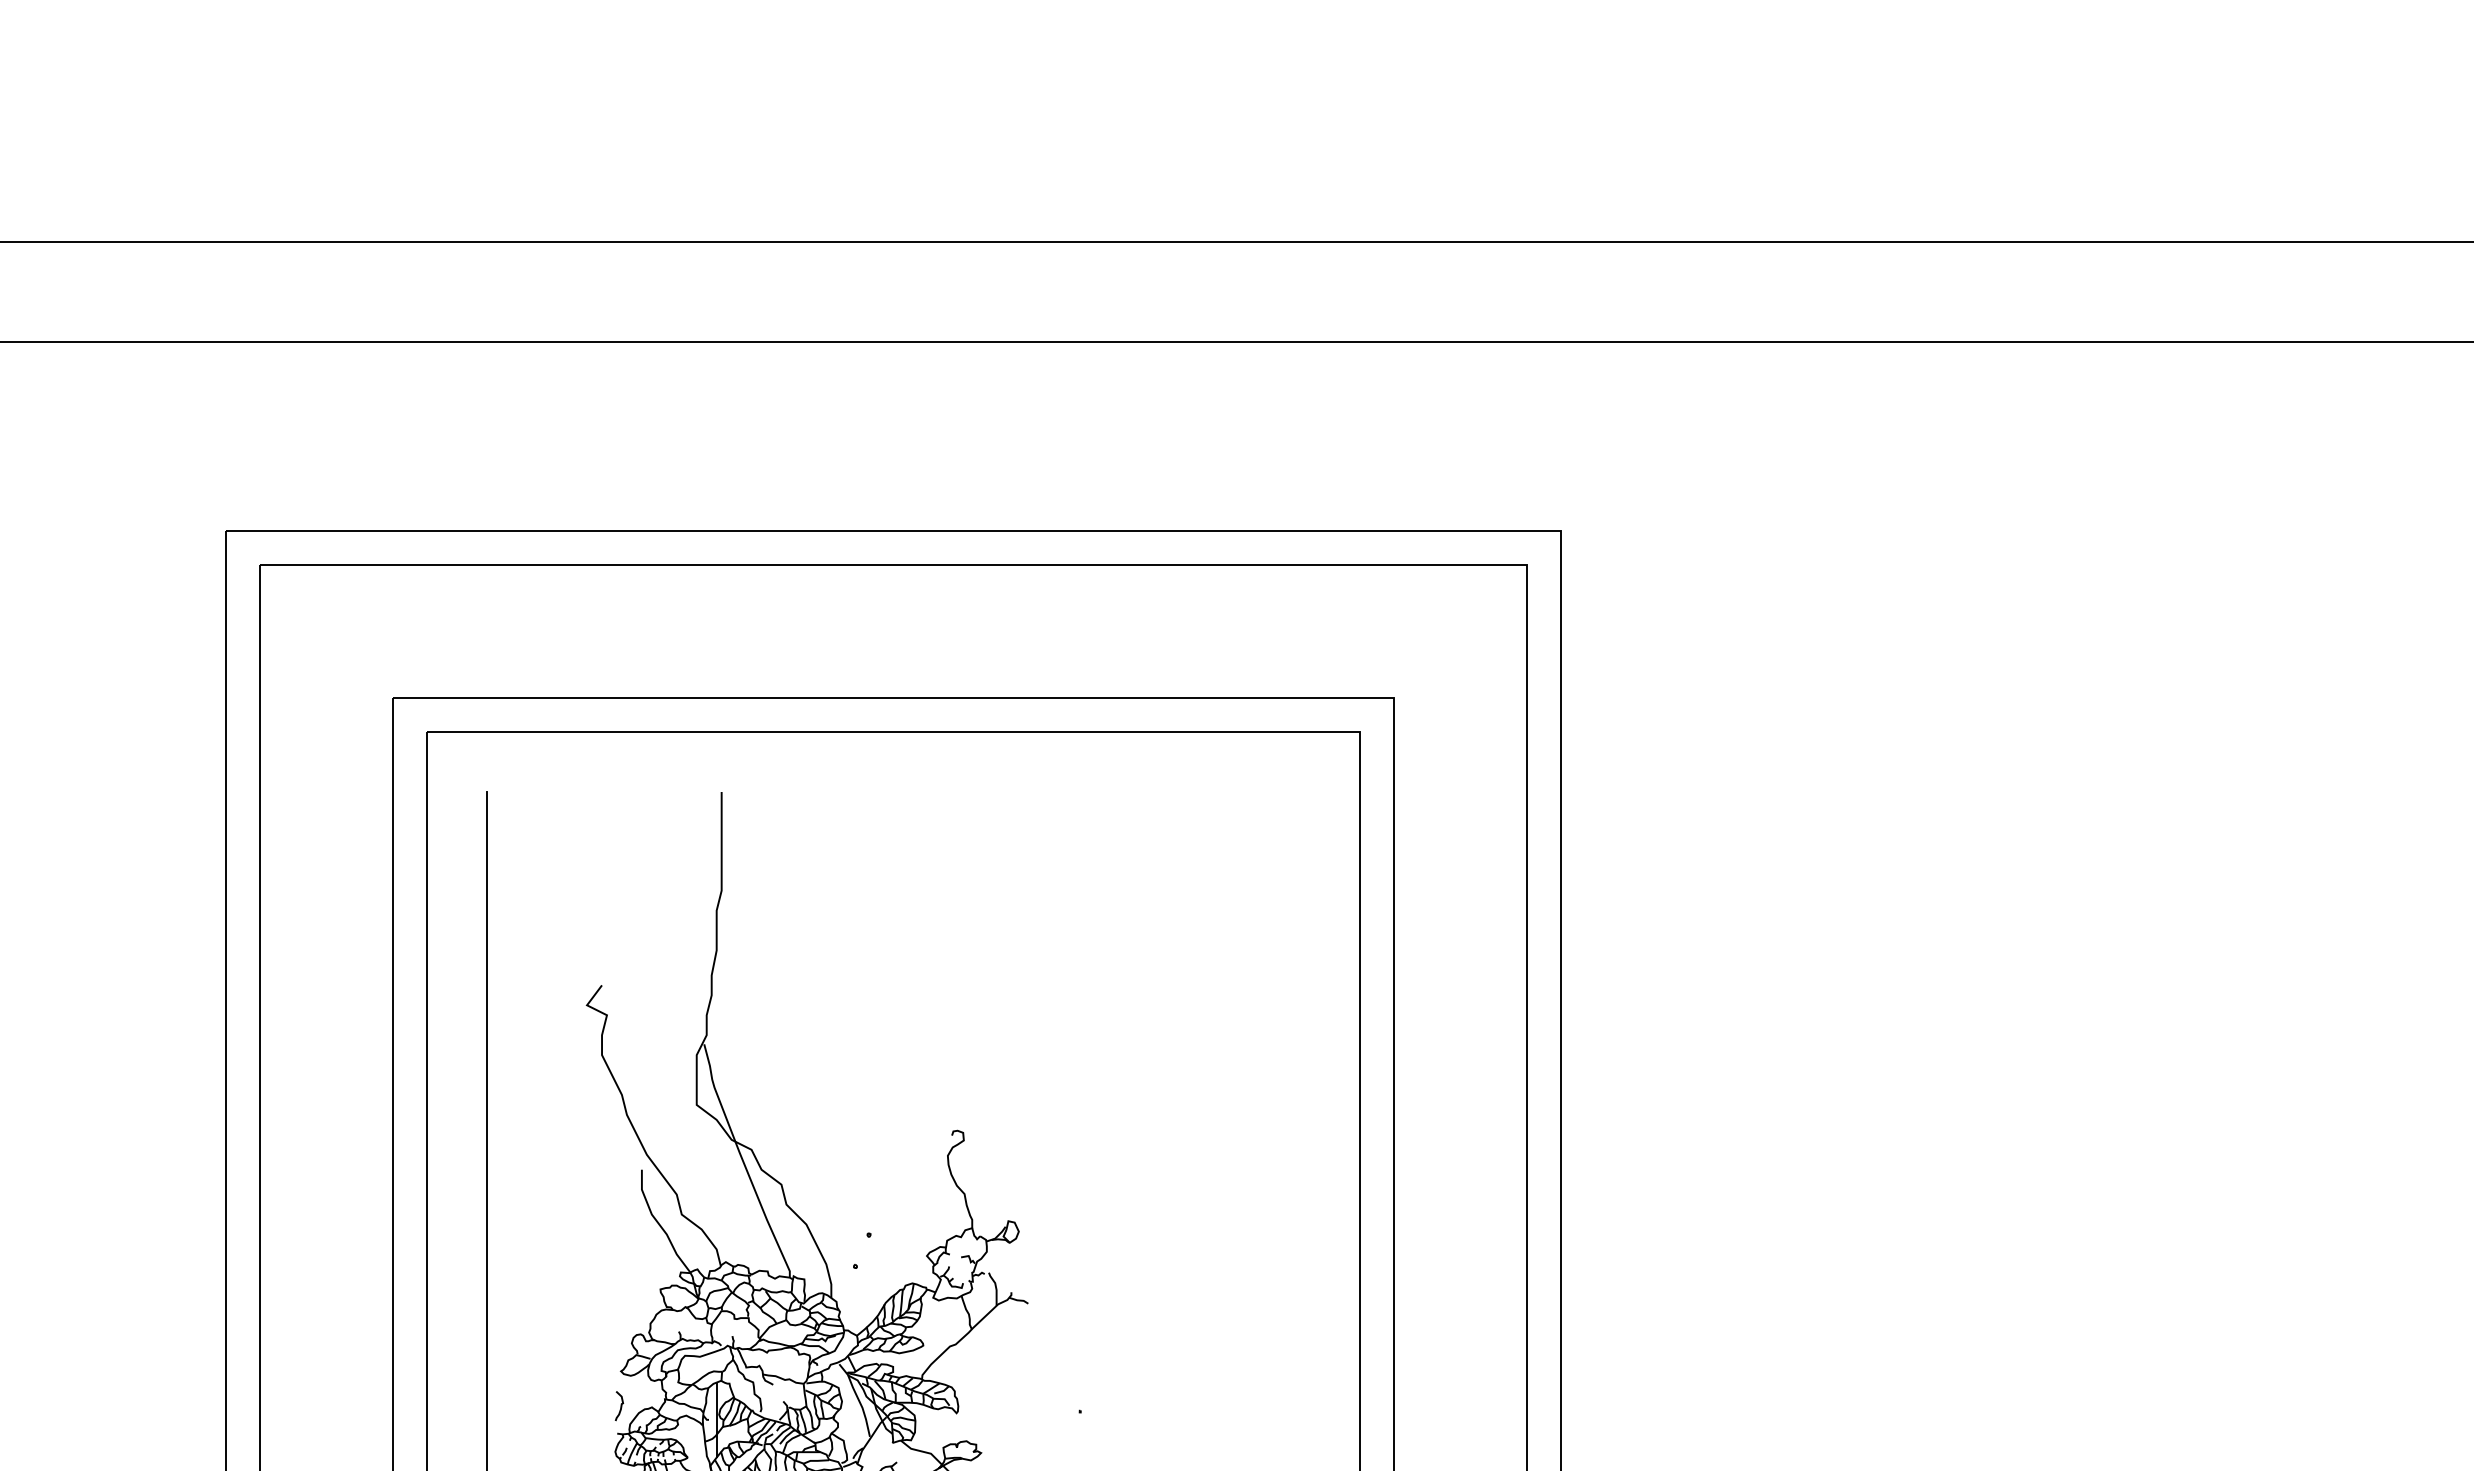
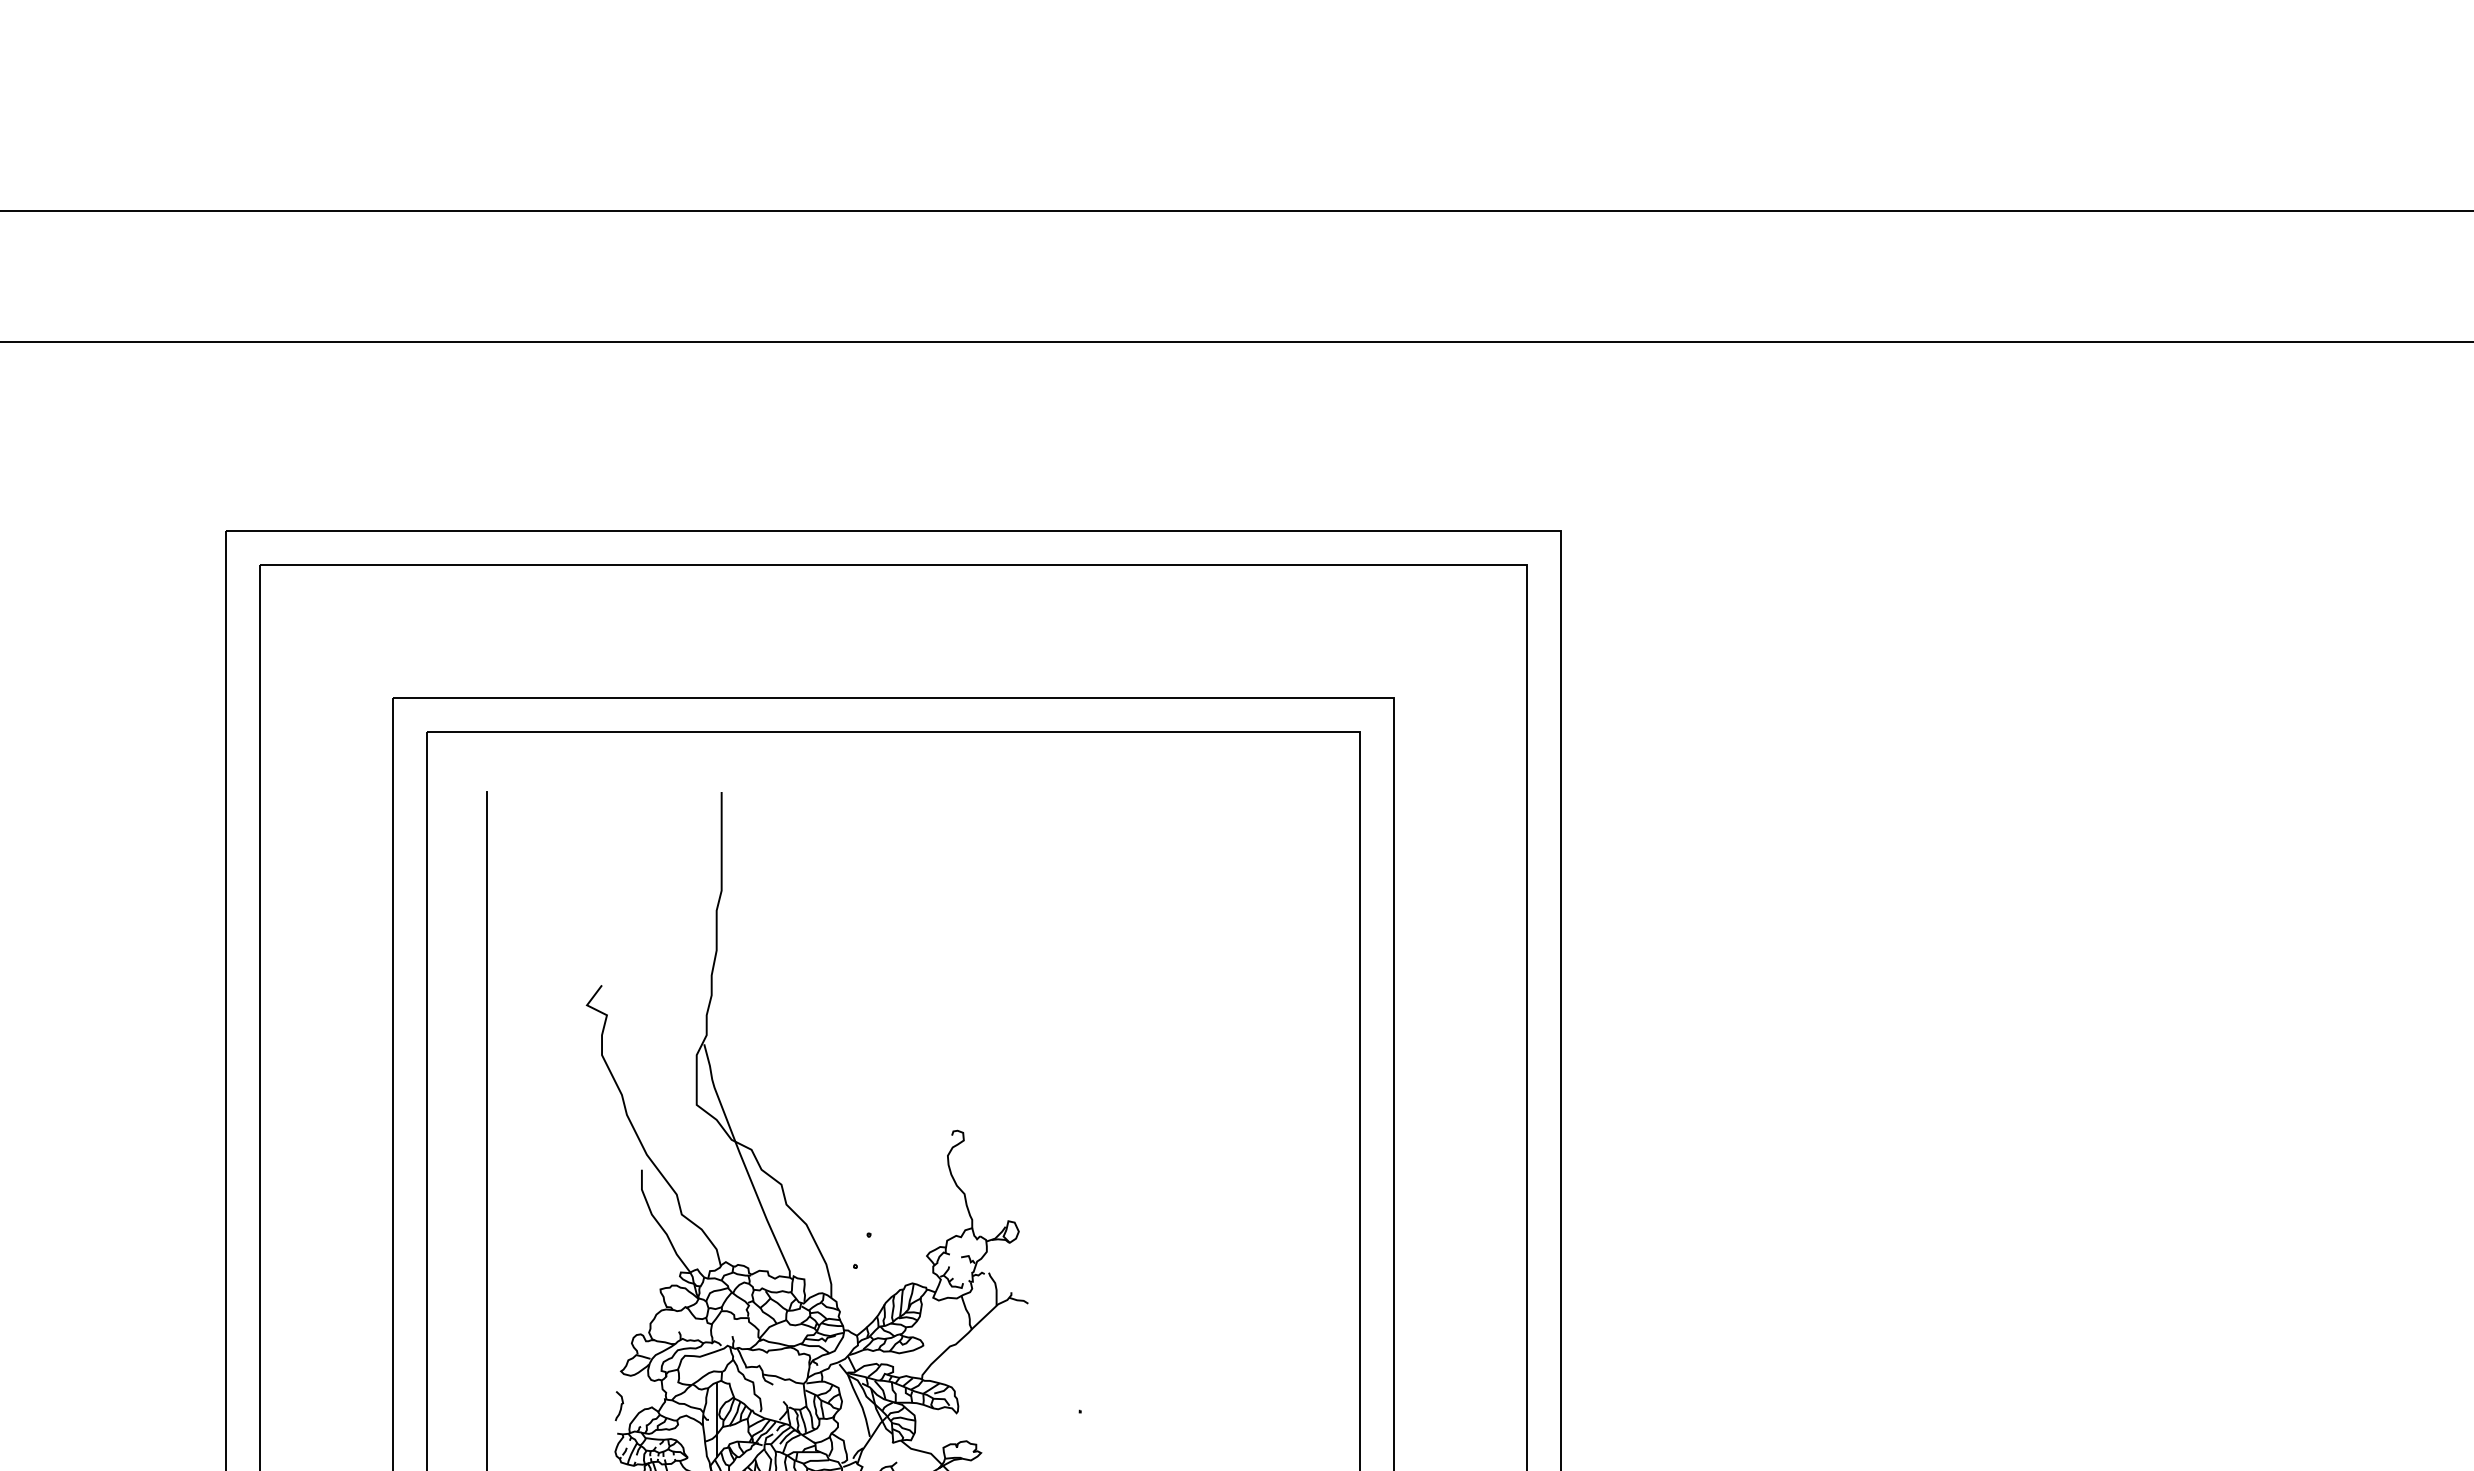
line at (1236, 242) position: (1236, 242) -> (1236, 211)
